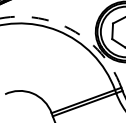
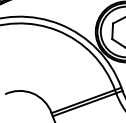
arc at (73, 30): dashed -> solid
